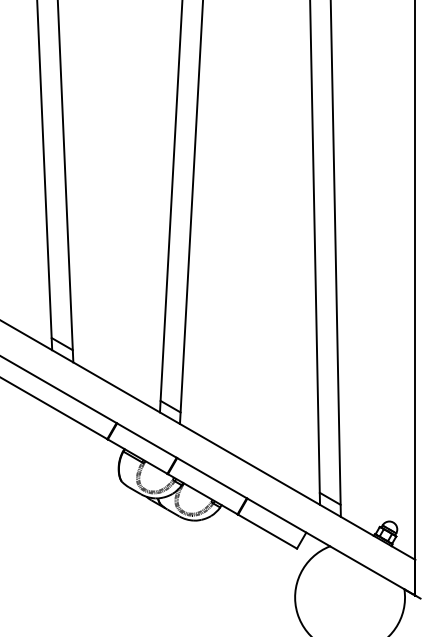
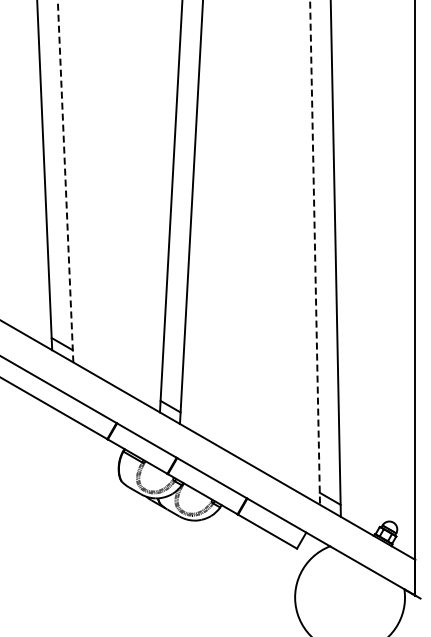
line at (65, 181): solid -> dashed
line at (315, 253): solid -> dashed
